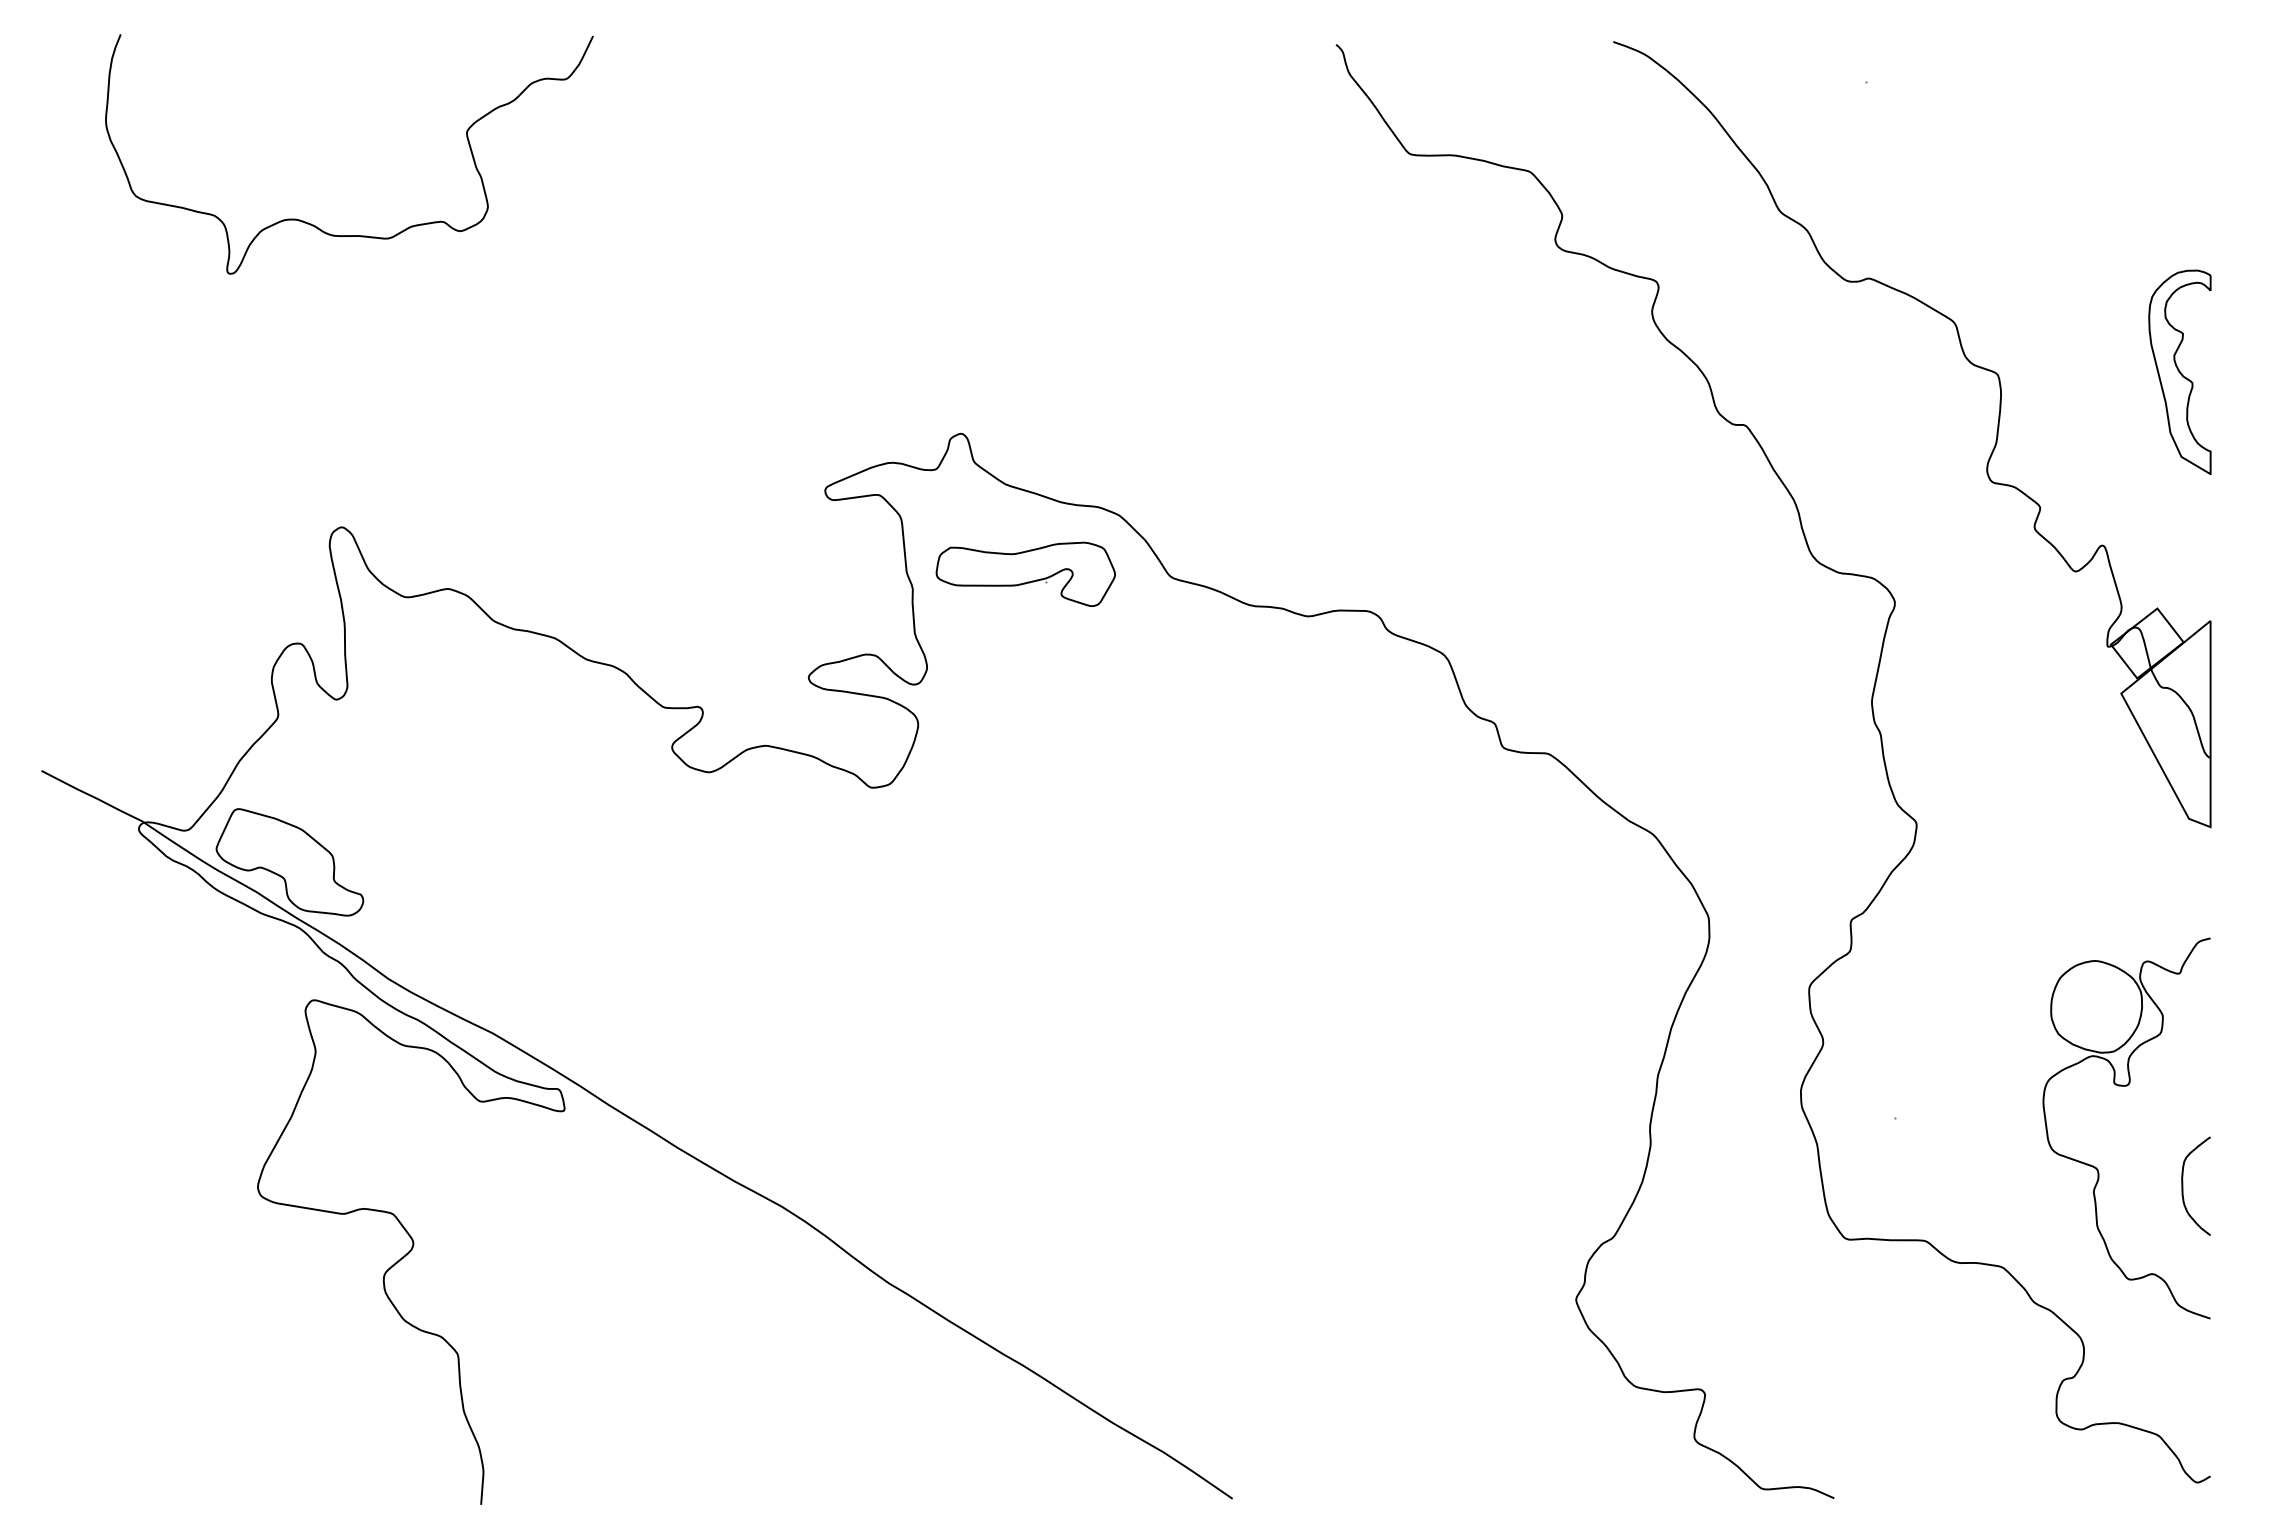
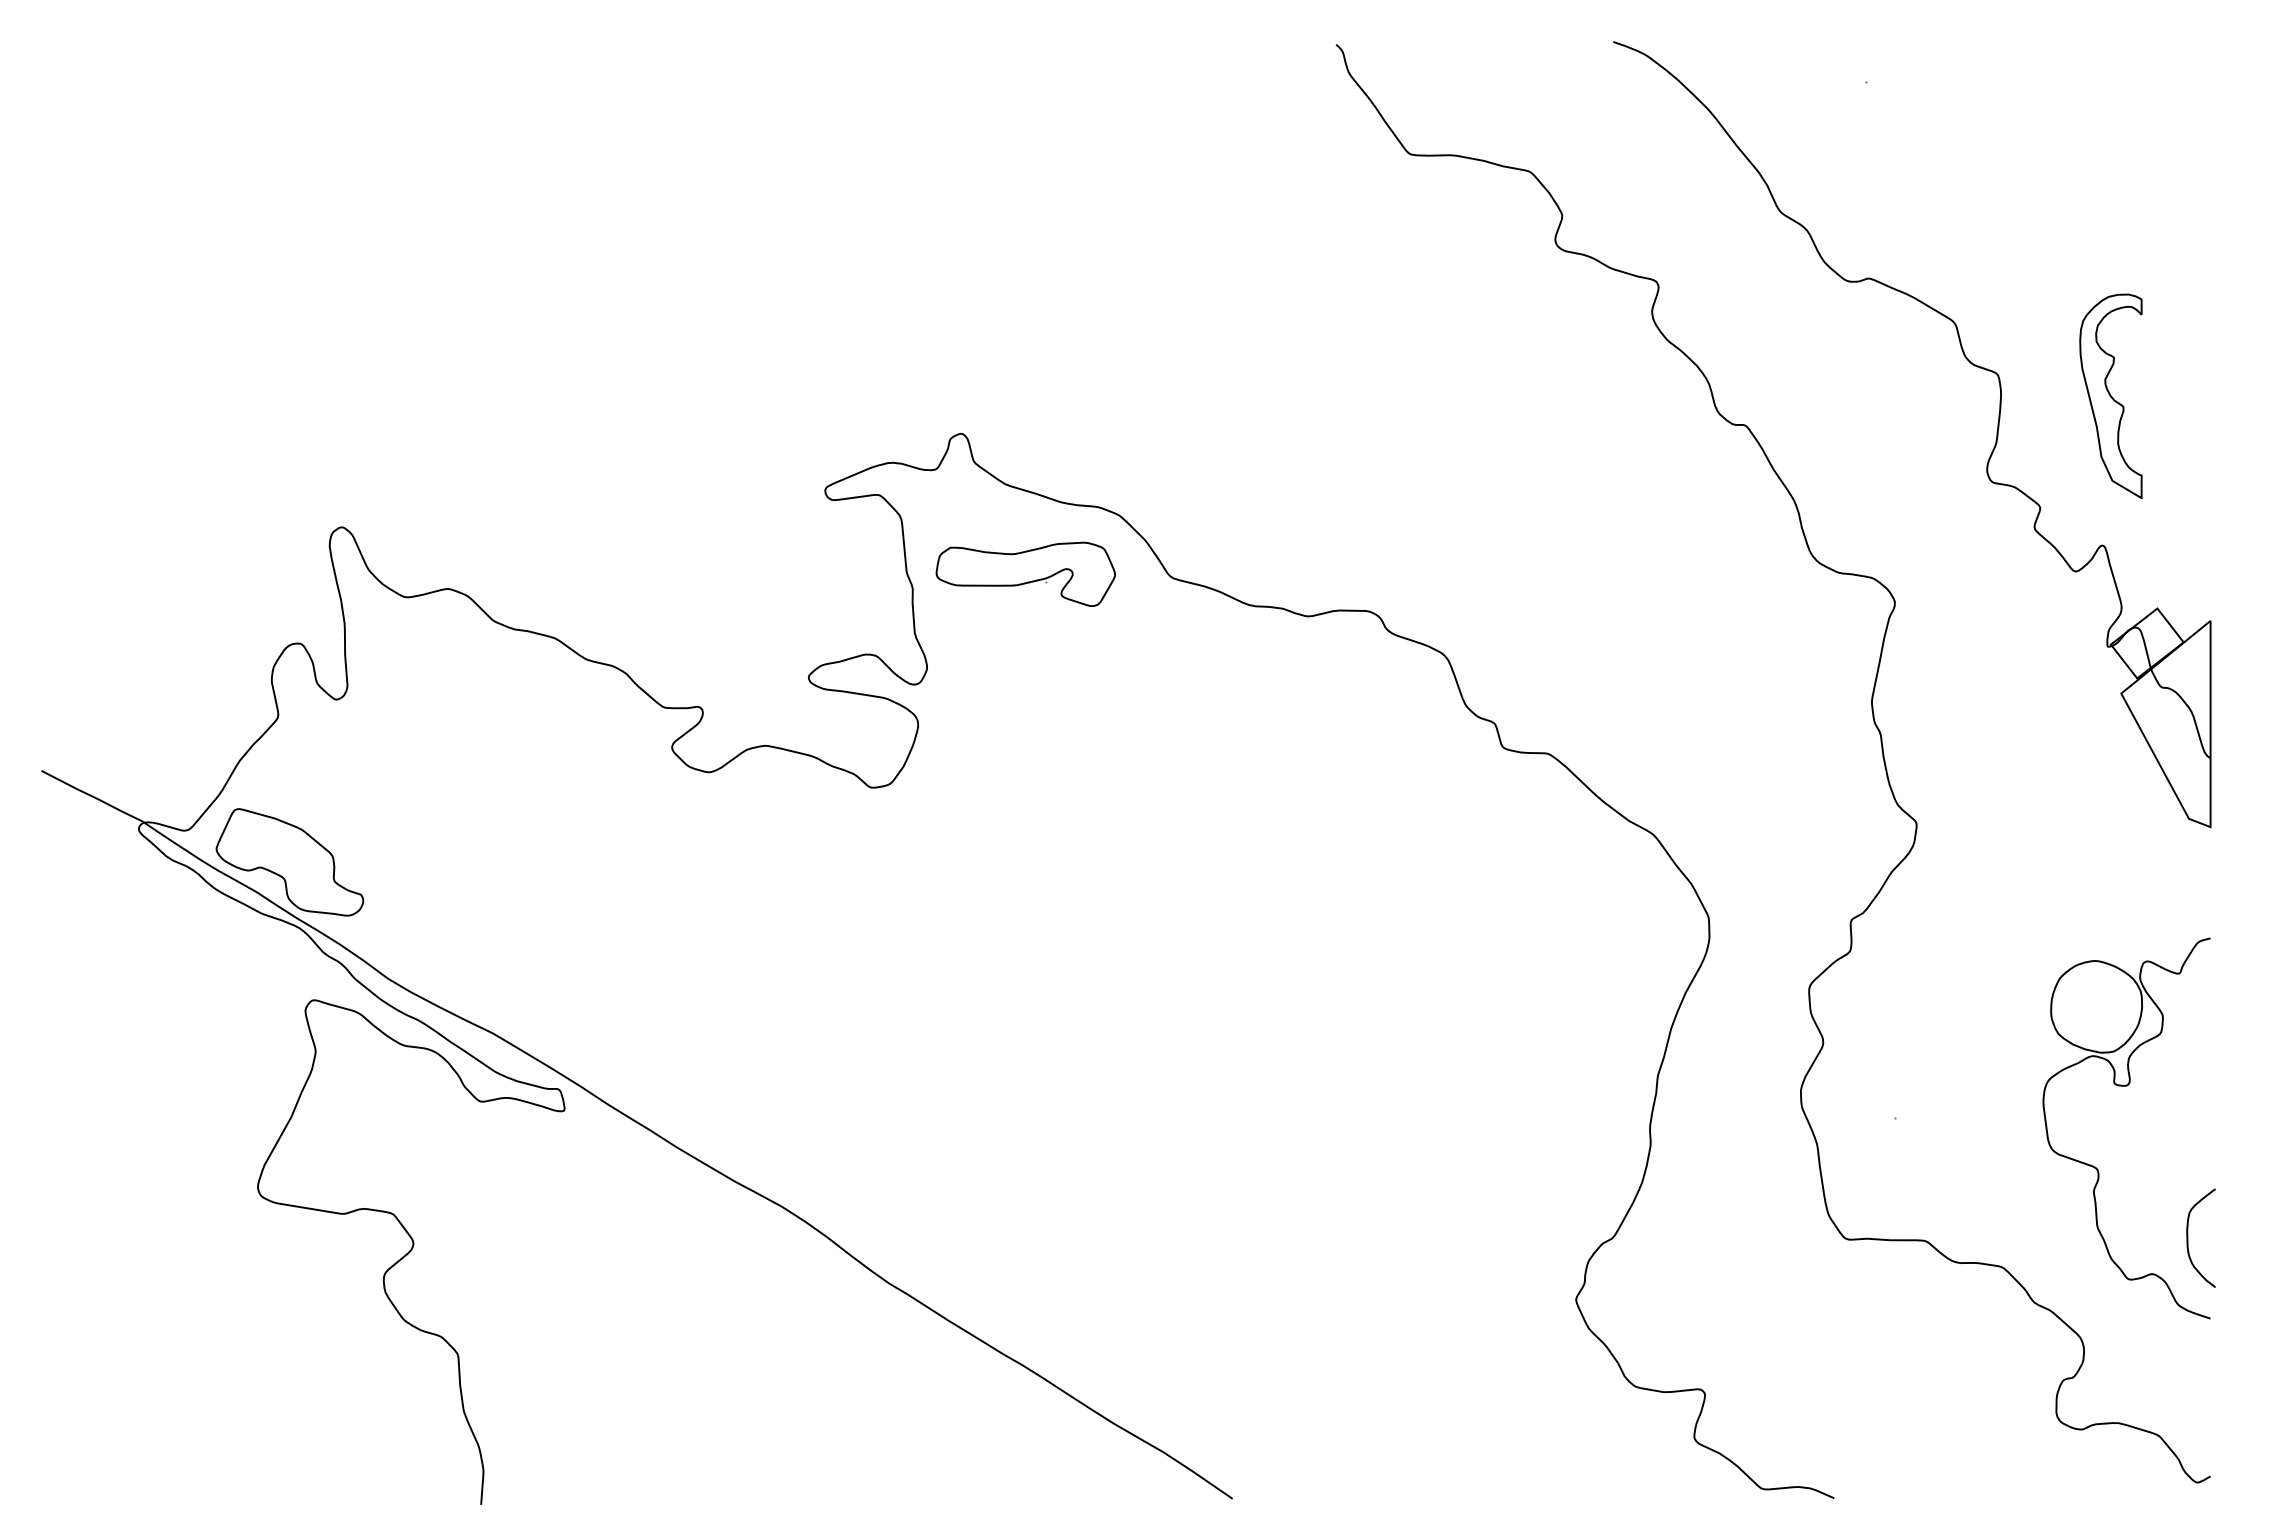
curve at (313, 224): present -> none
part at (2179, 371) position: (2179, 371) -> (2110, 395)
curve at (2183, 1185) position: (2183, 1185) -> (2188, 1237)
